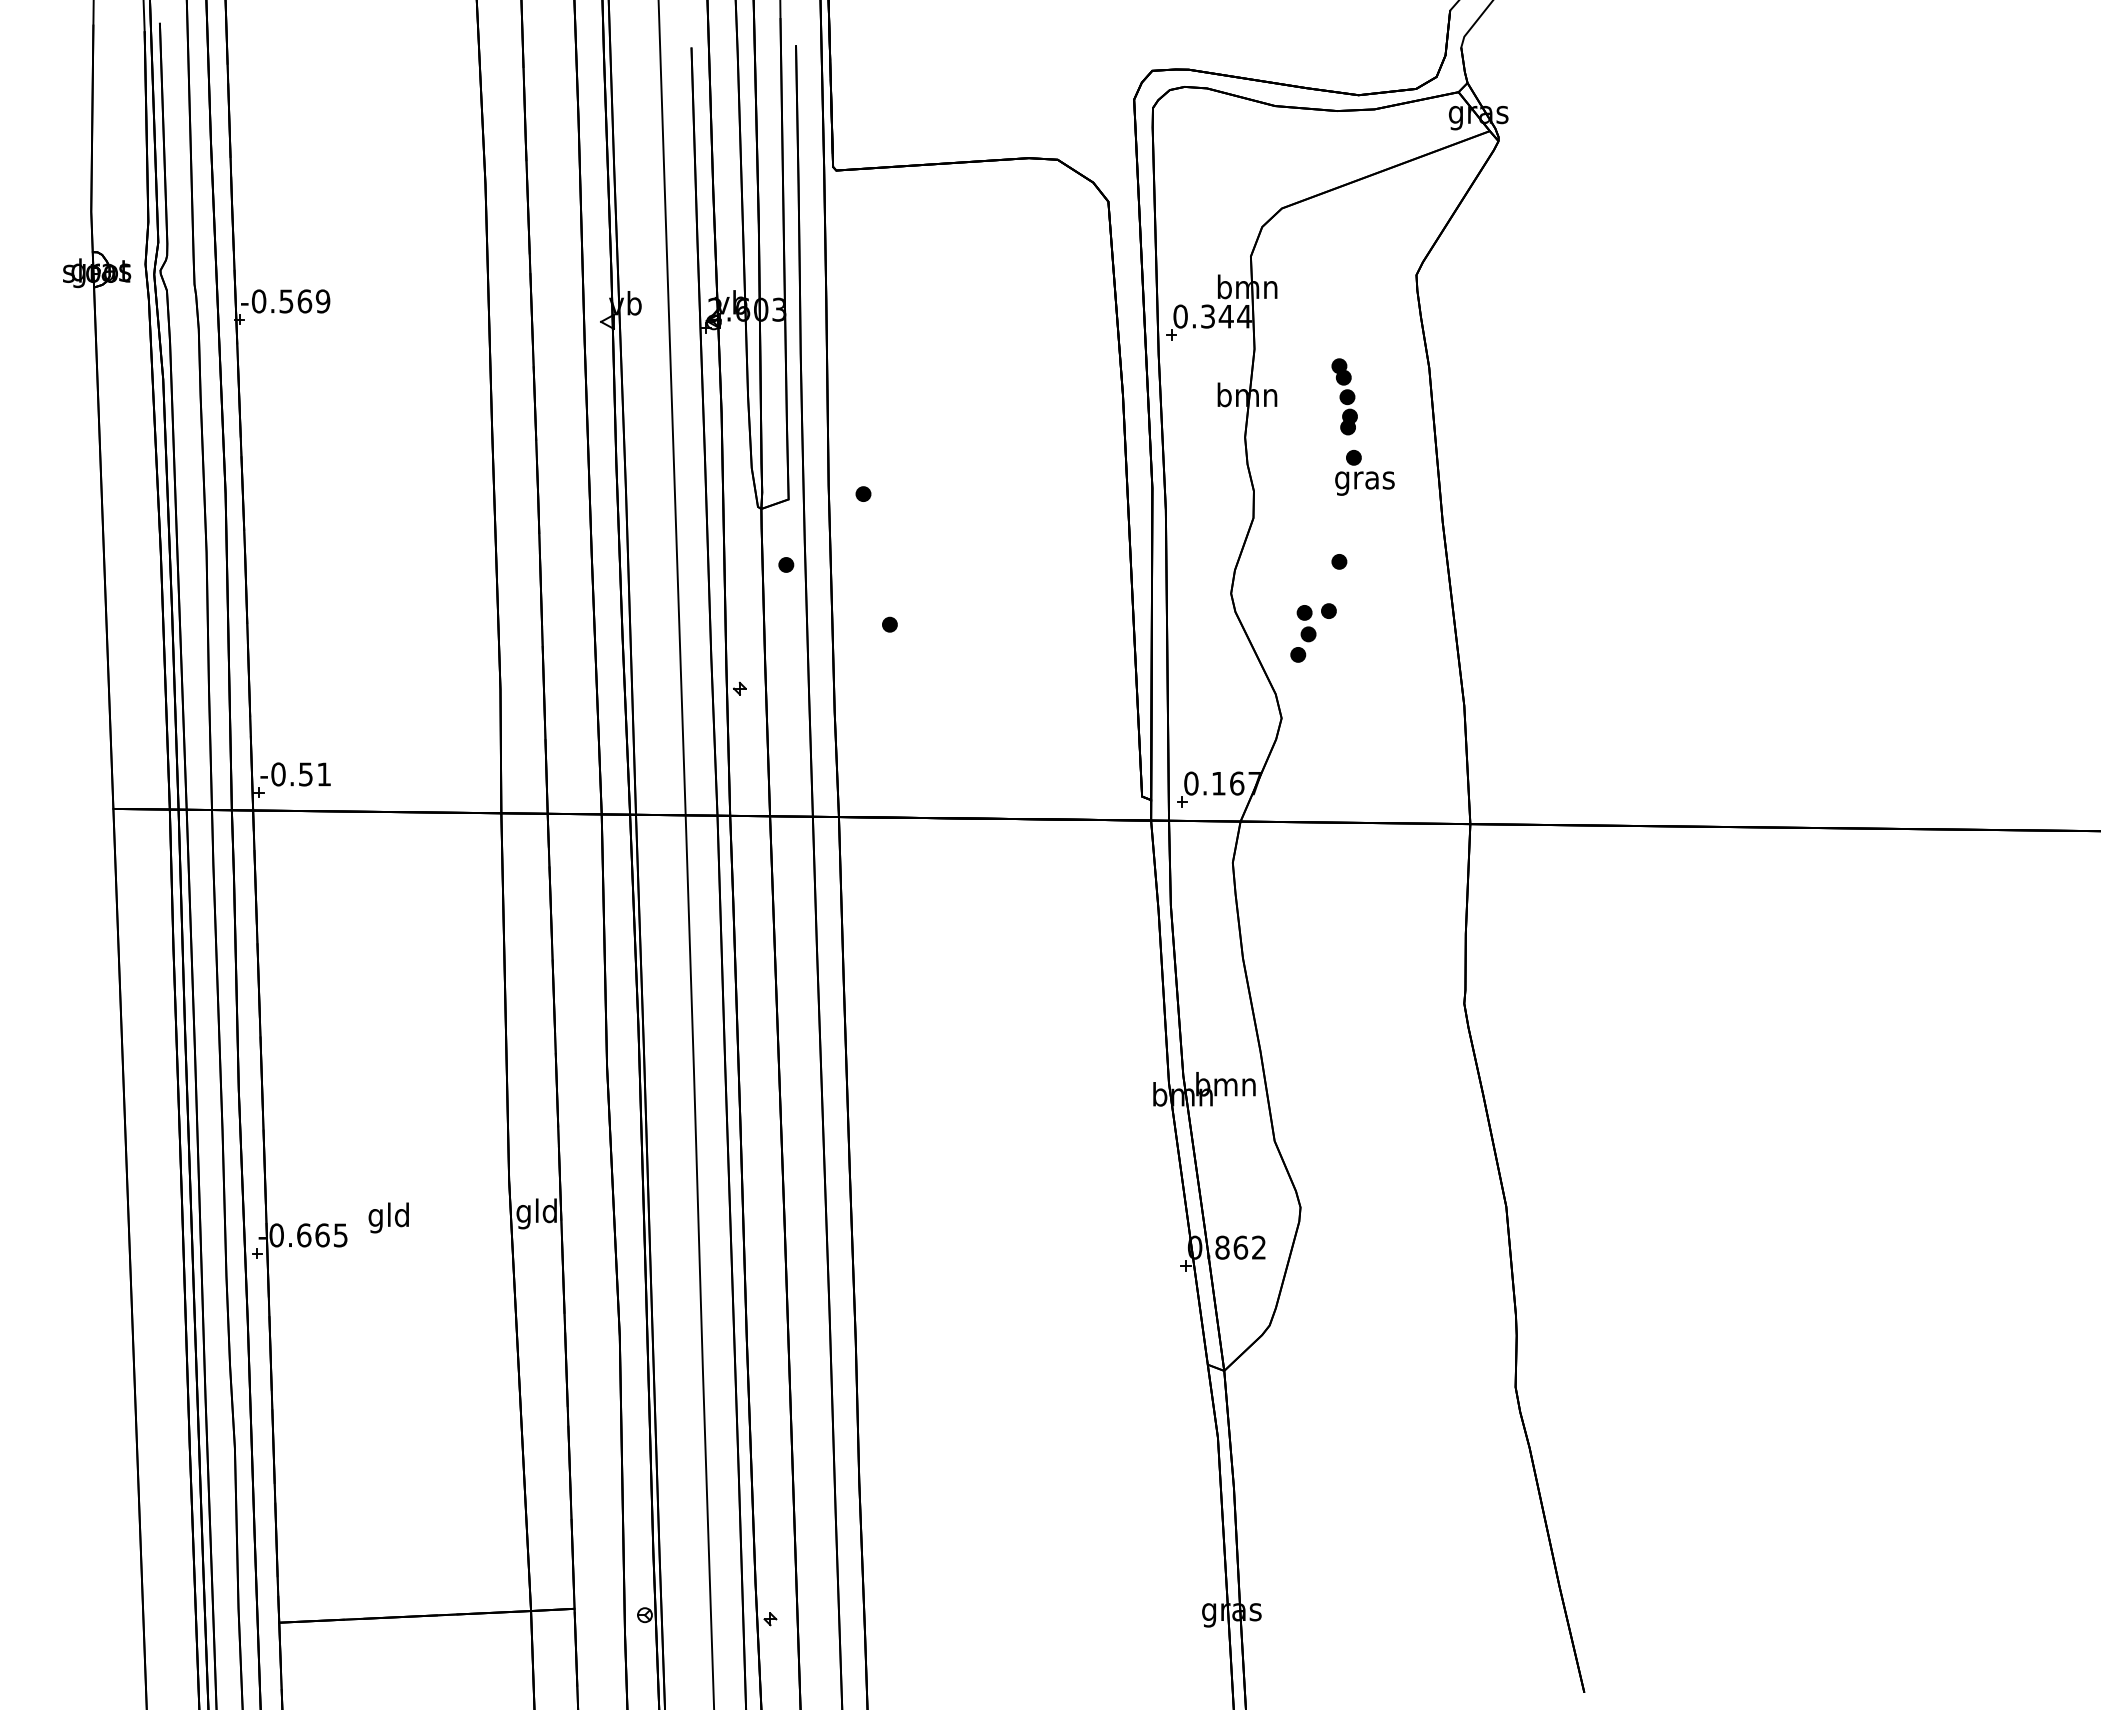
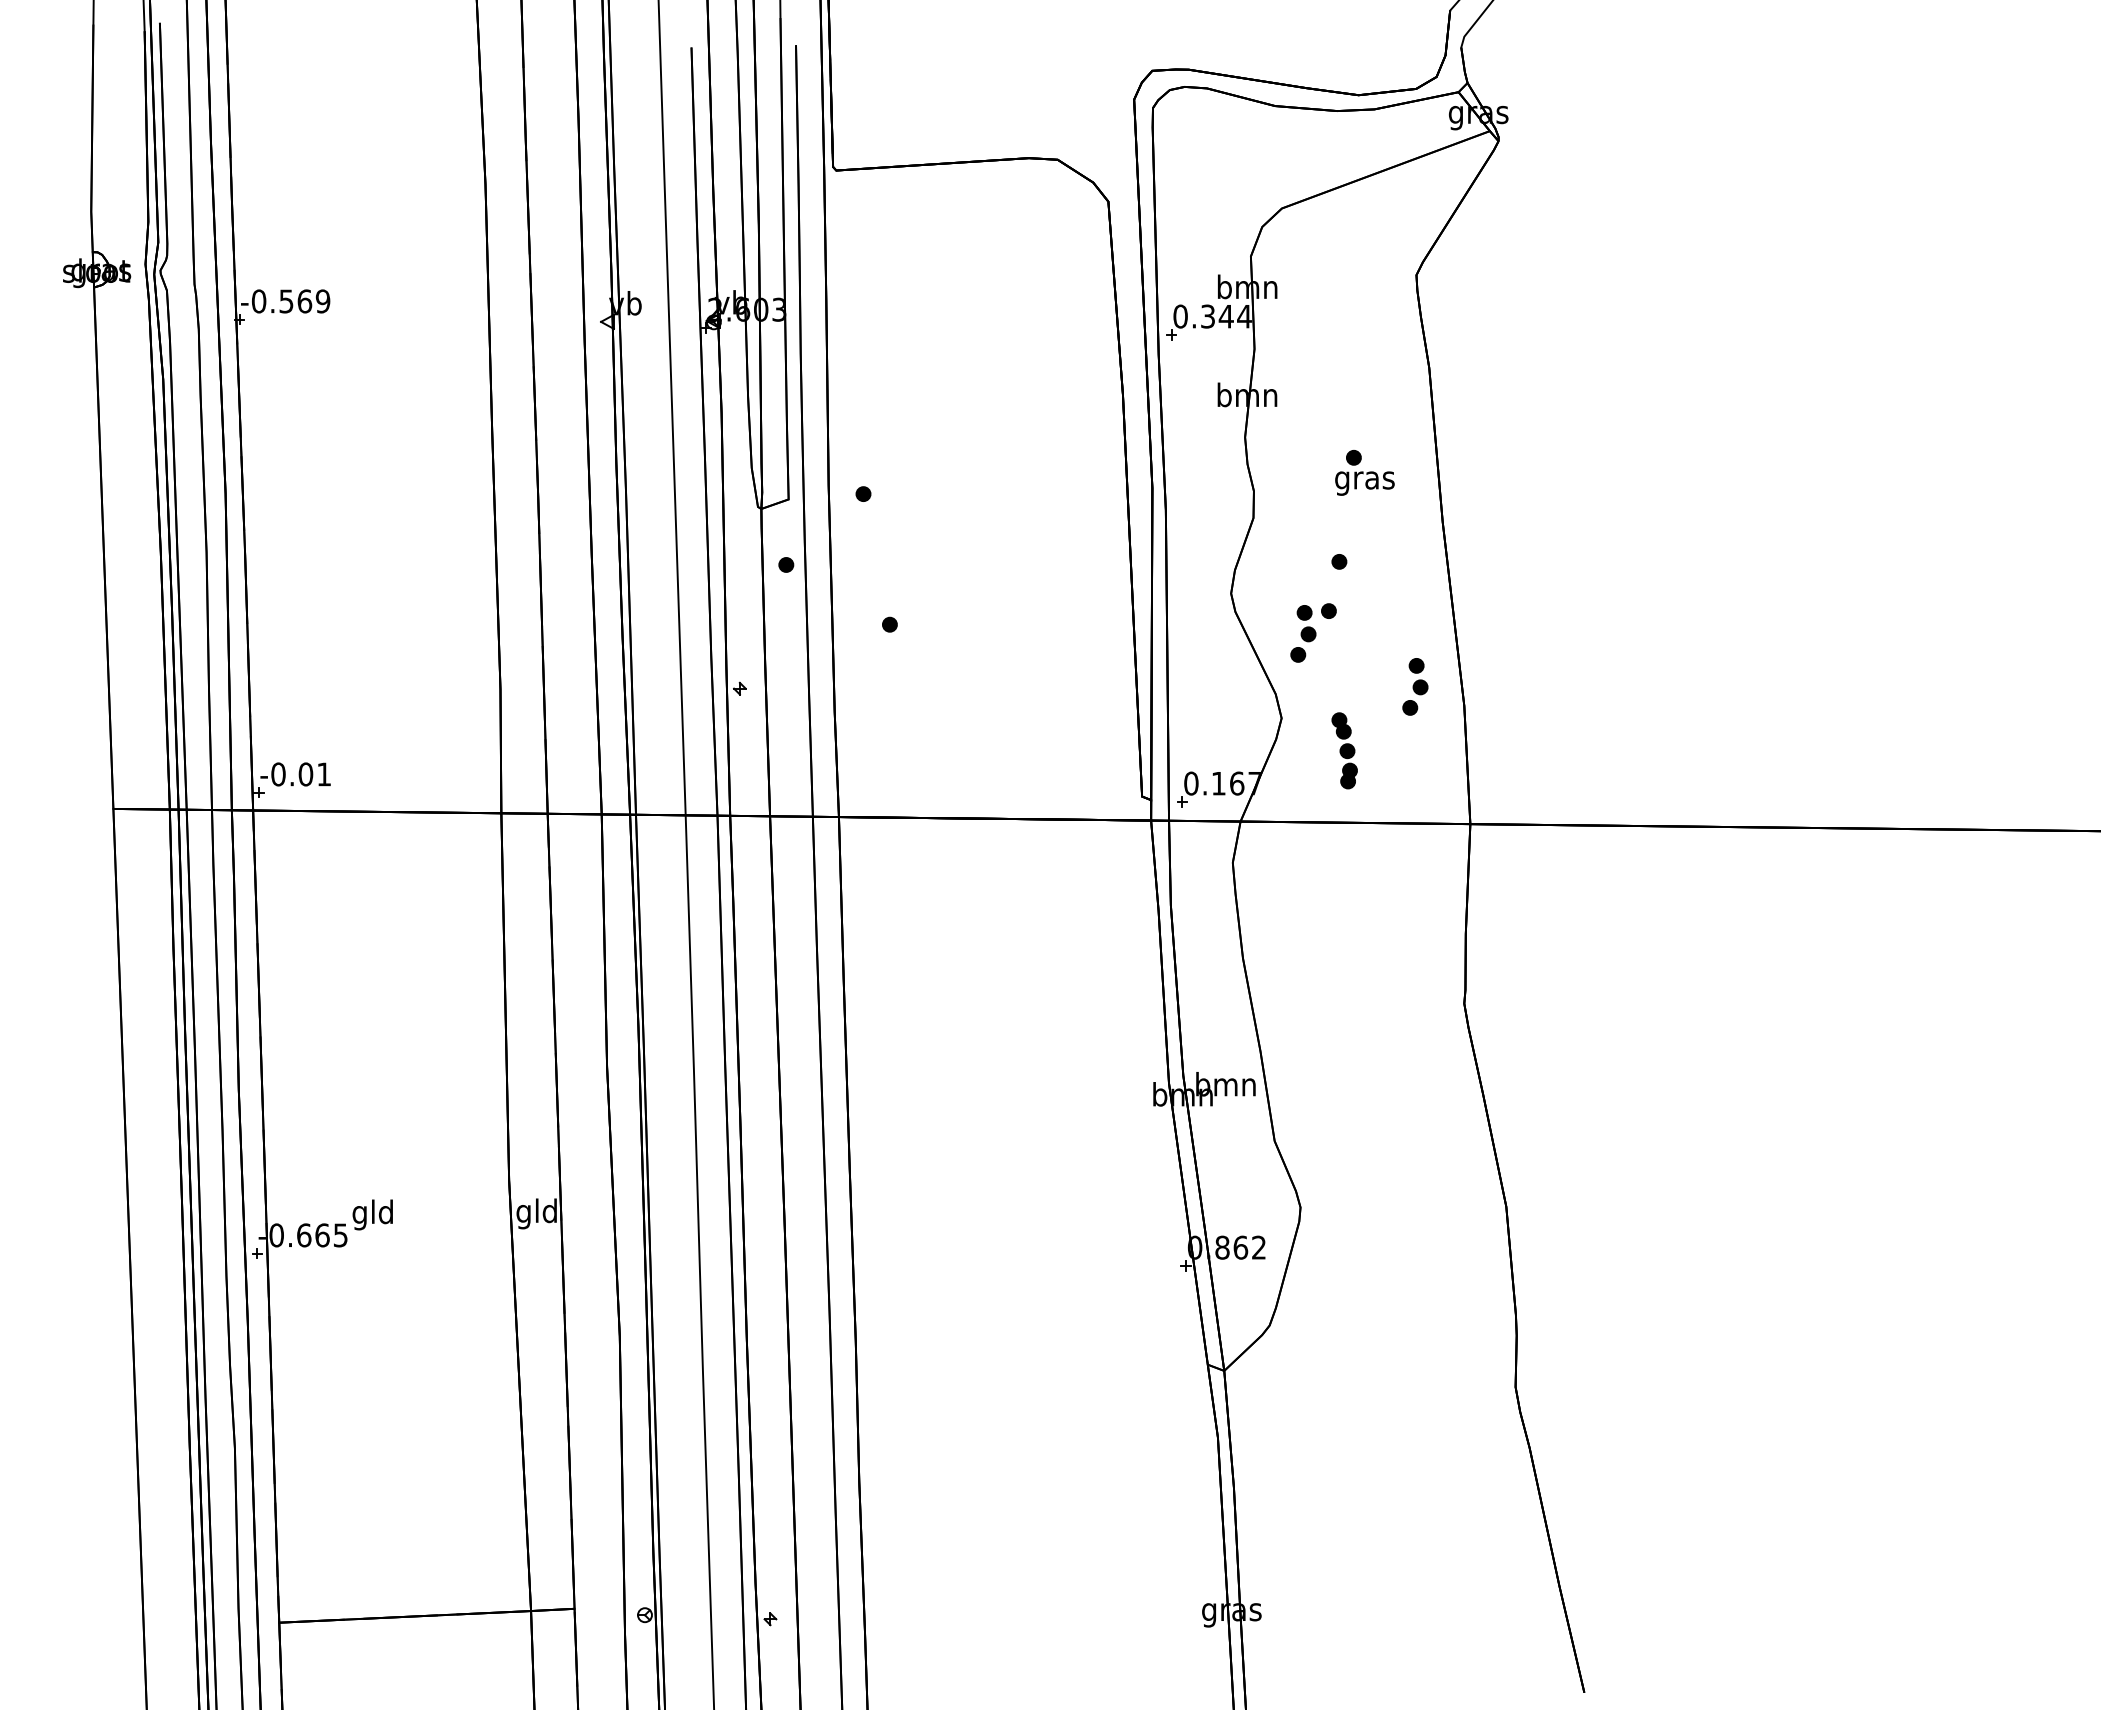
part at (1344, 396) position: (1344, 396) -> (1344, 750)
part at (1415, 686): none -> present
text at (305, 774): -0.51 -> -0.01
text at (388, 1217) position: (388, 1217) -> (372, 1214)
